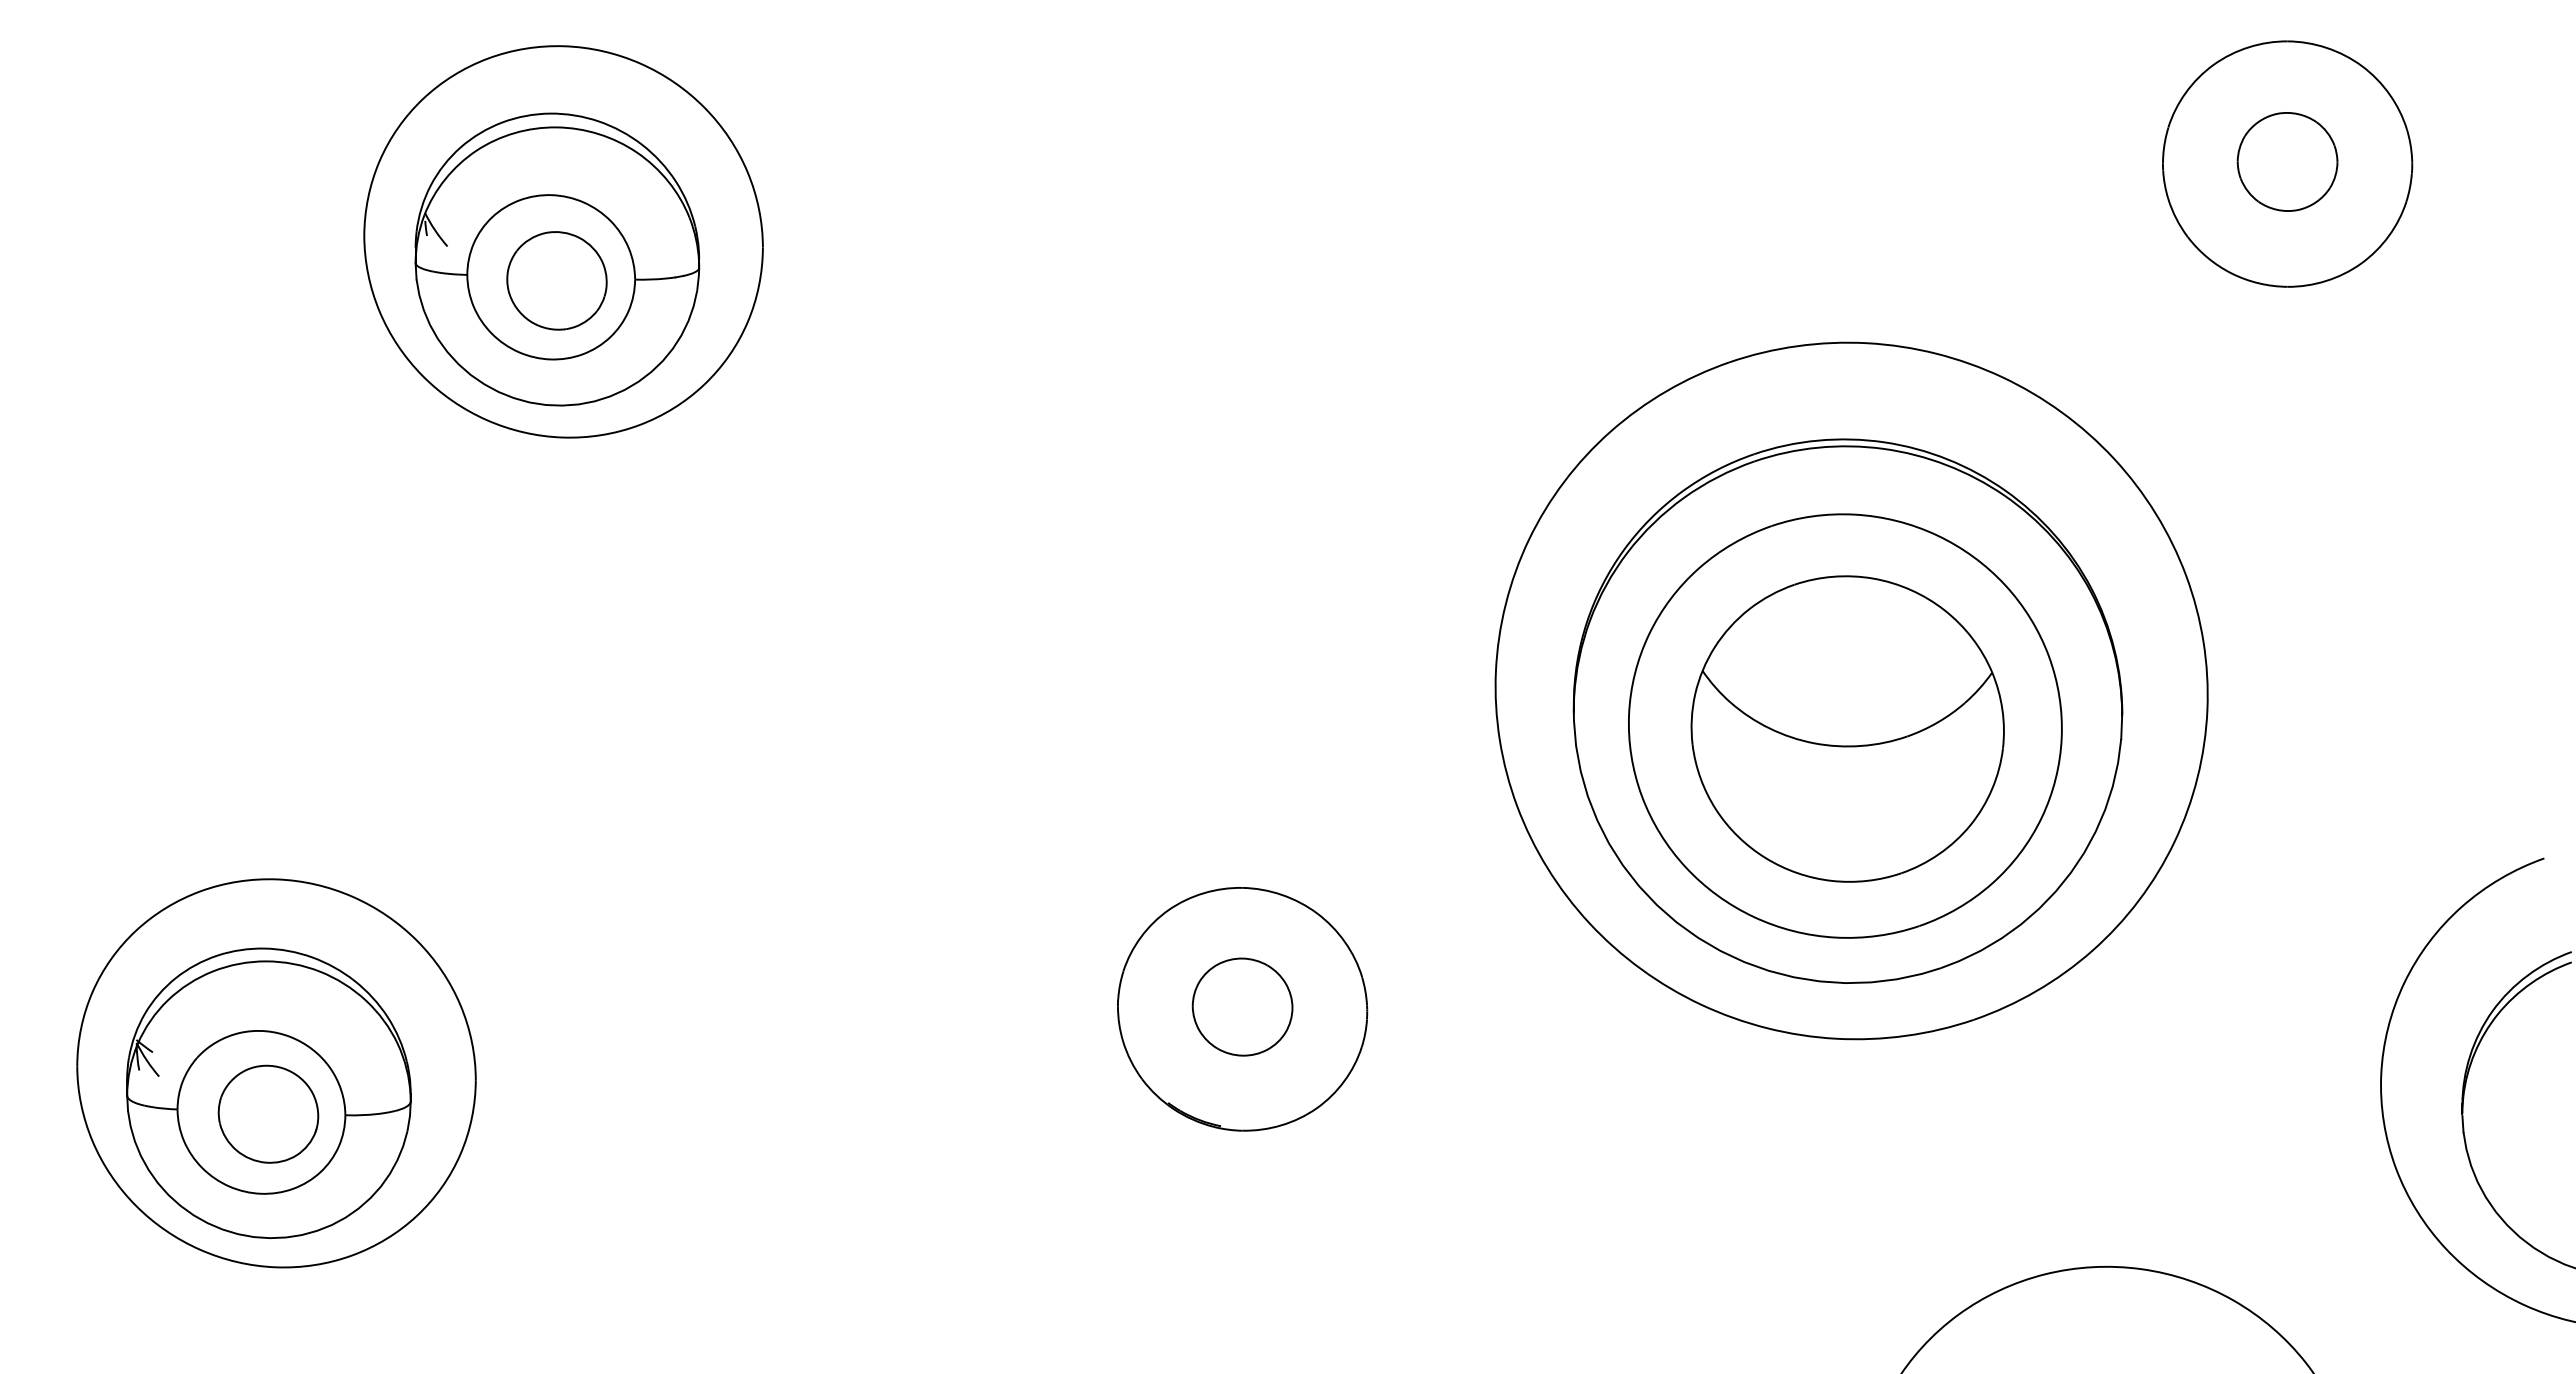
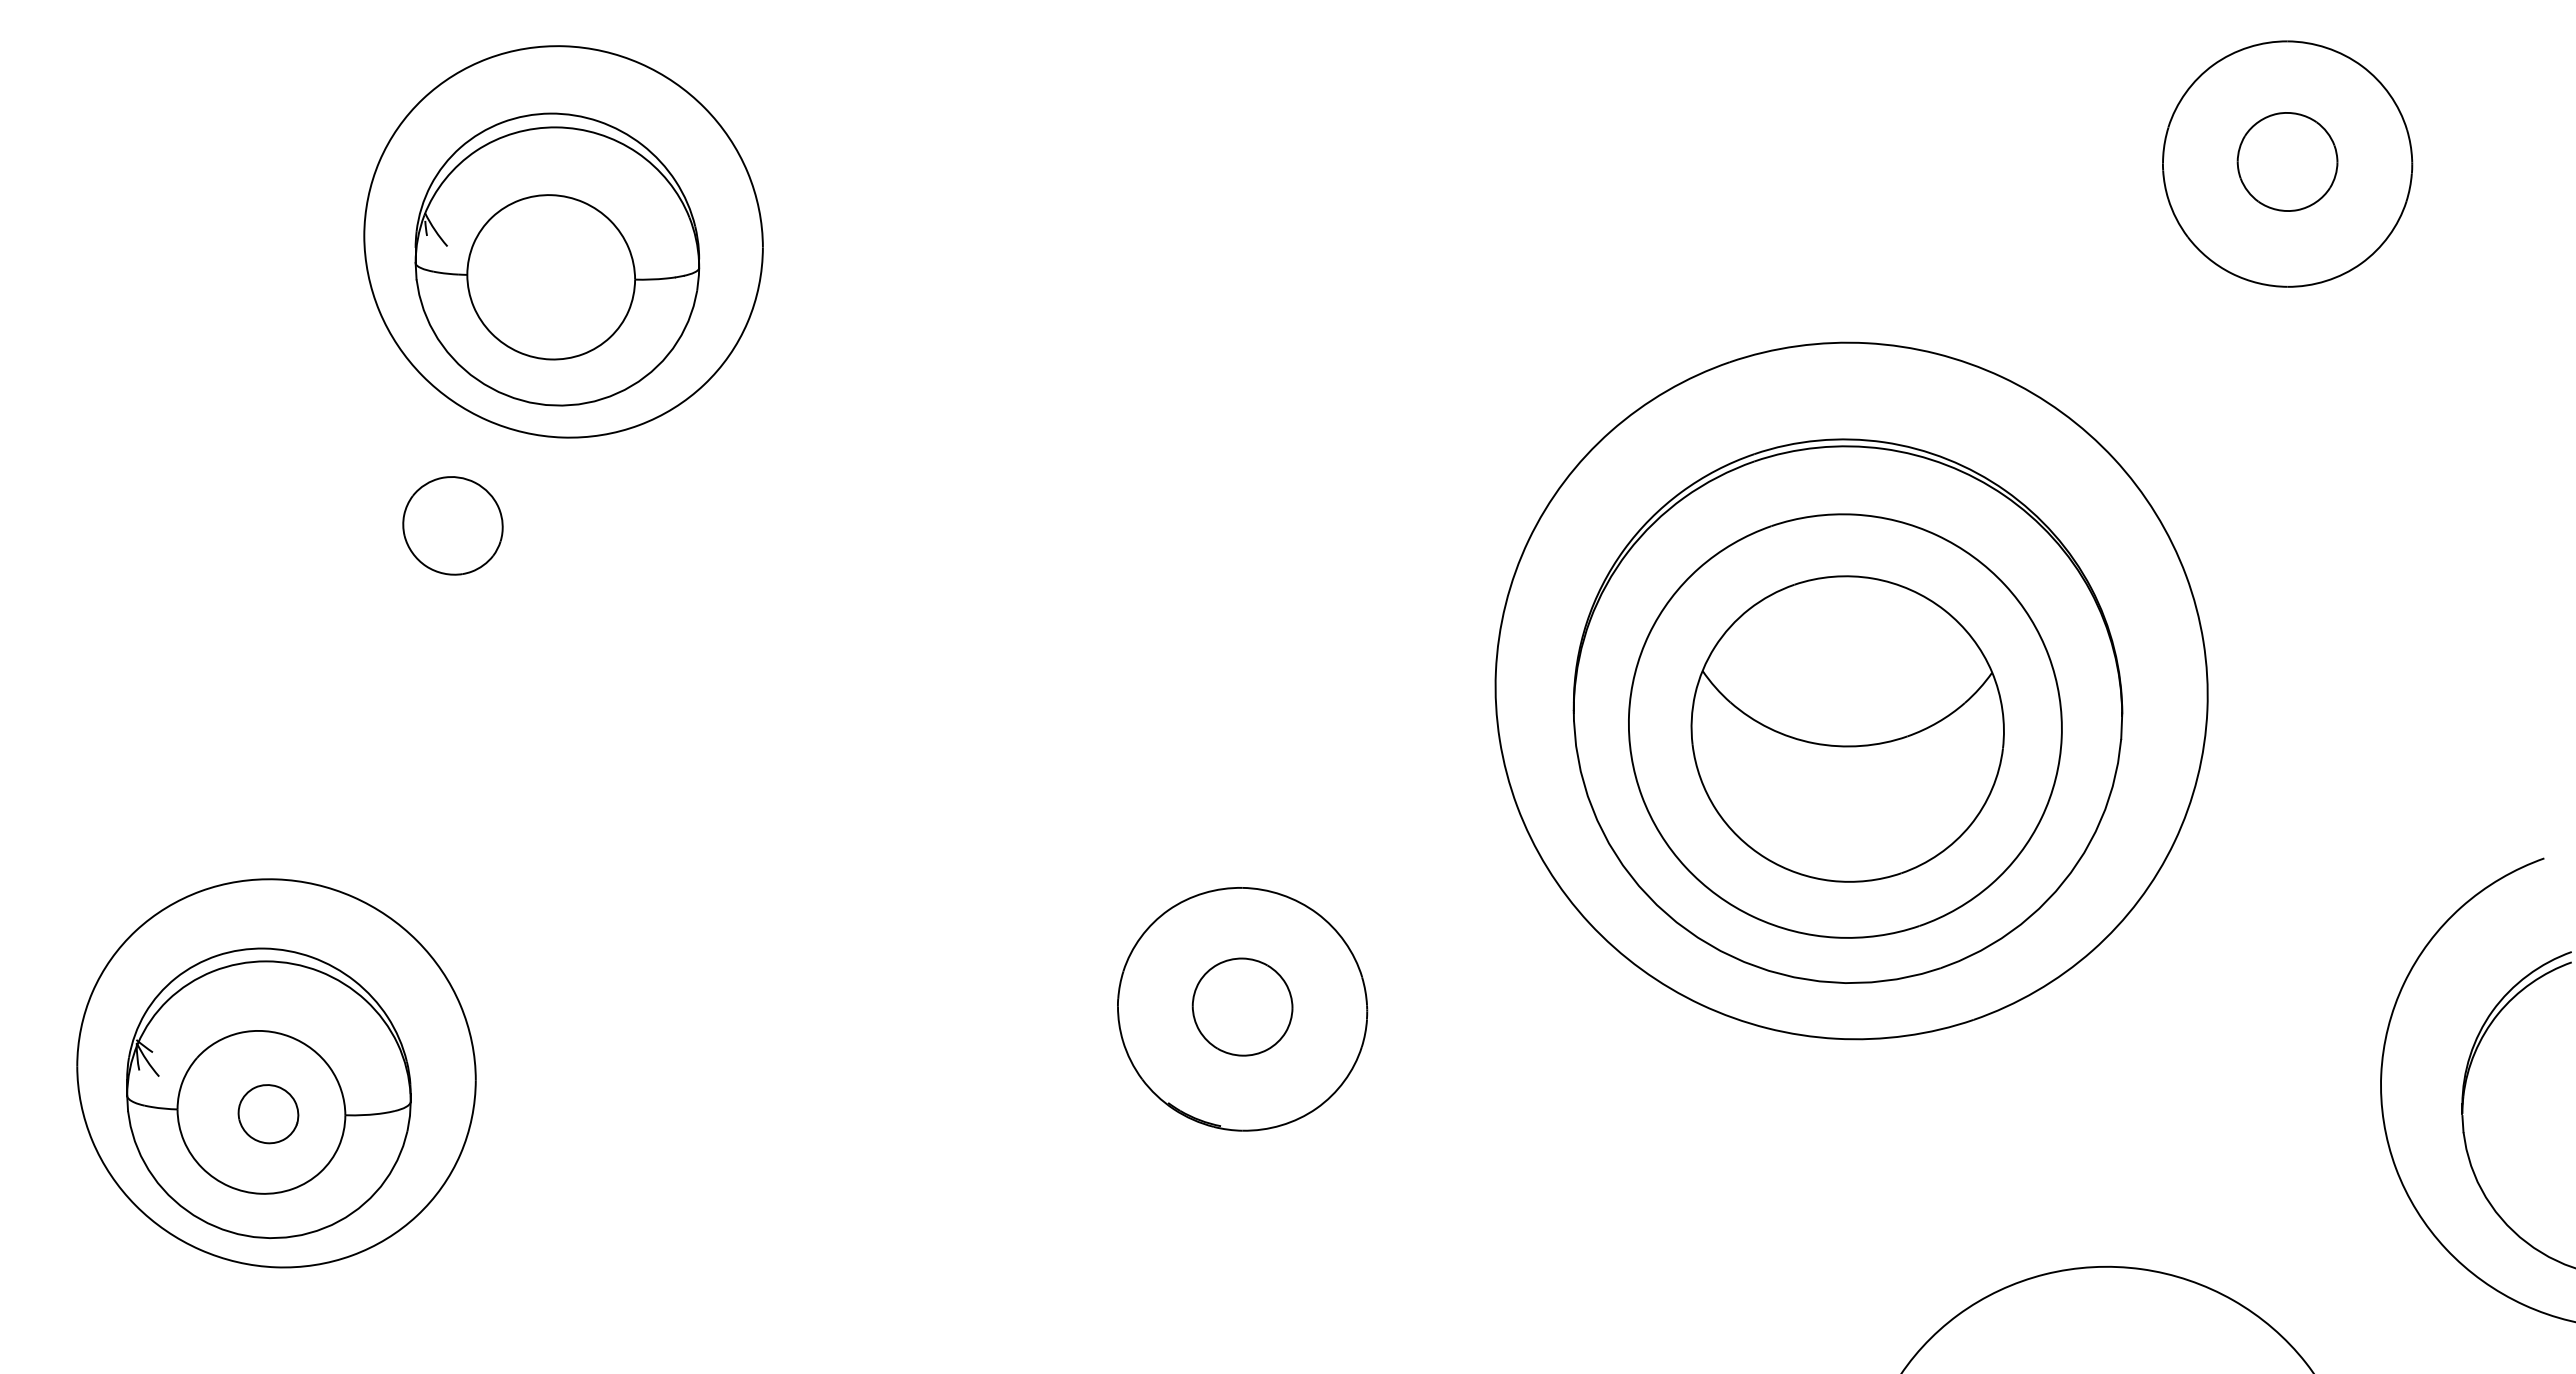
part at (556, 280) position: (556, 280) -> (452, 525)
part at (268, 1113) size: 103x100 px -> 63x61 px
